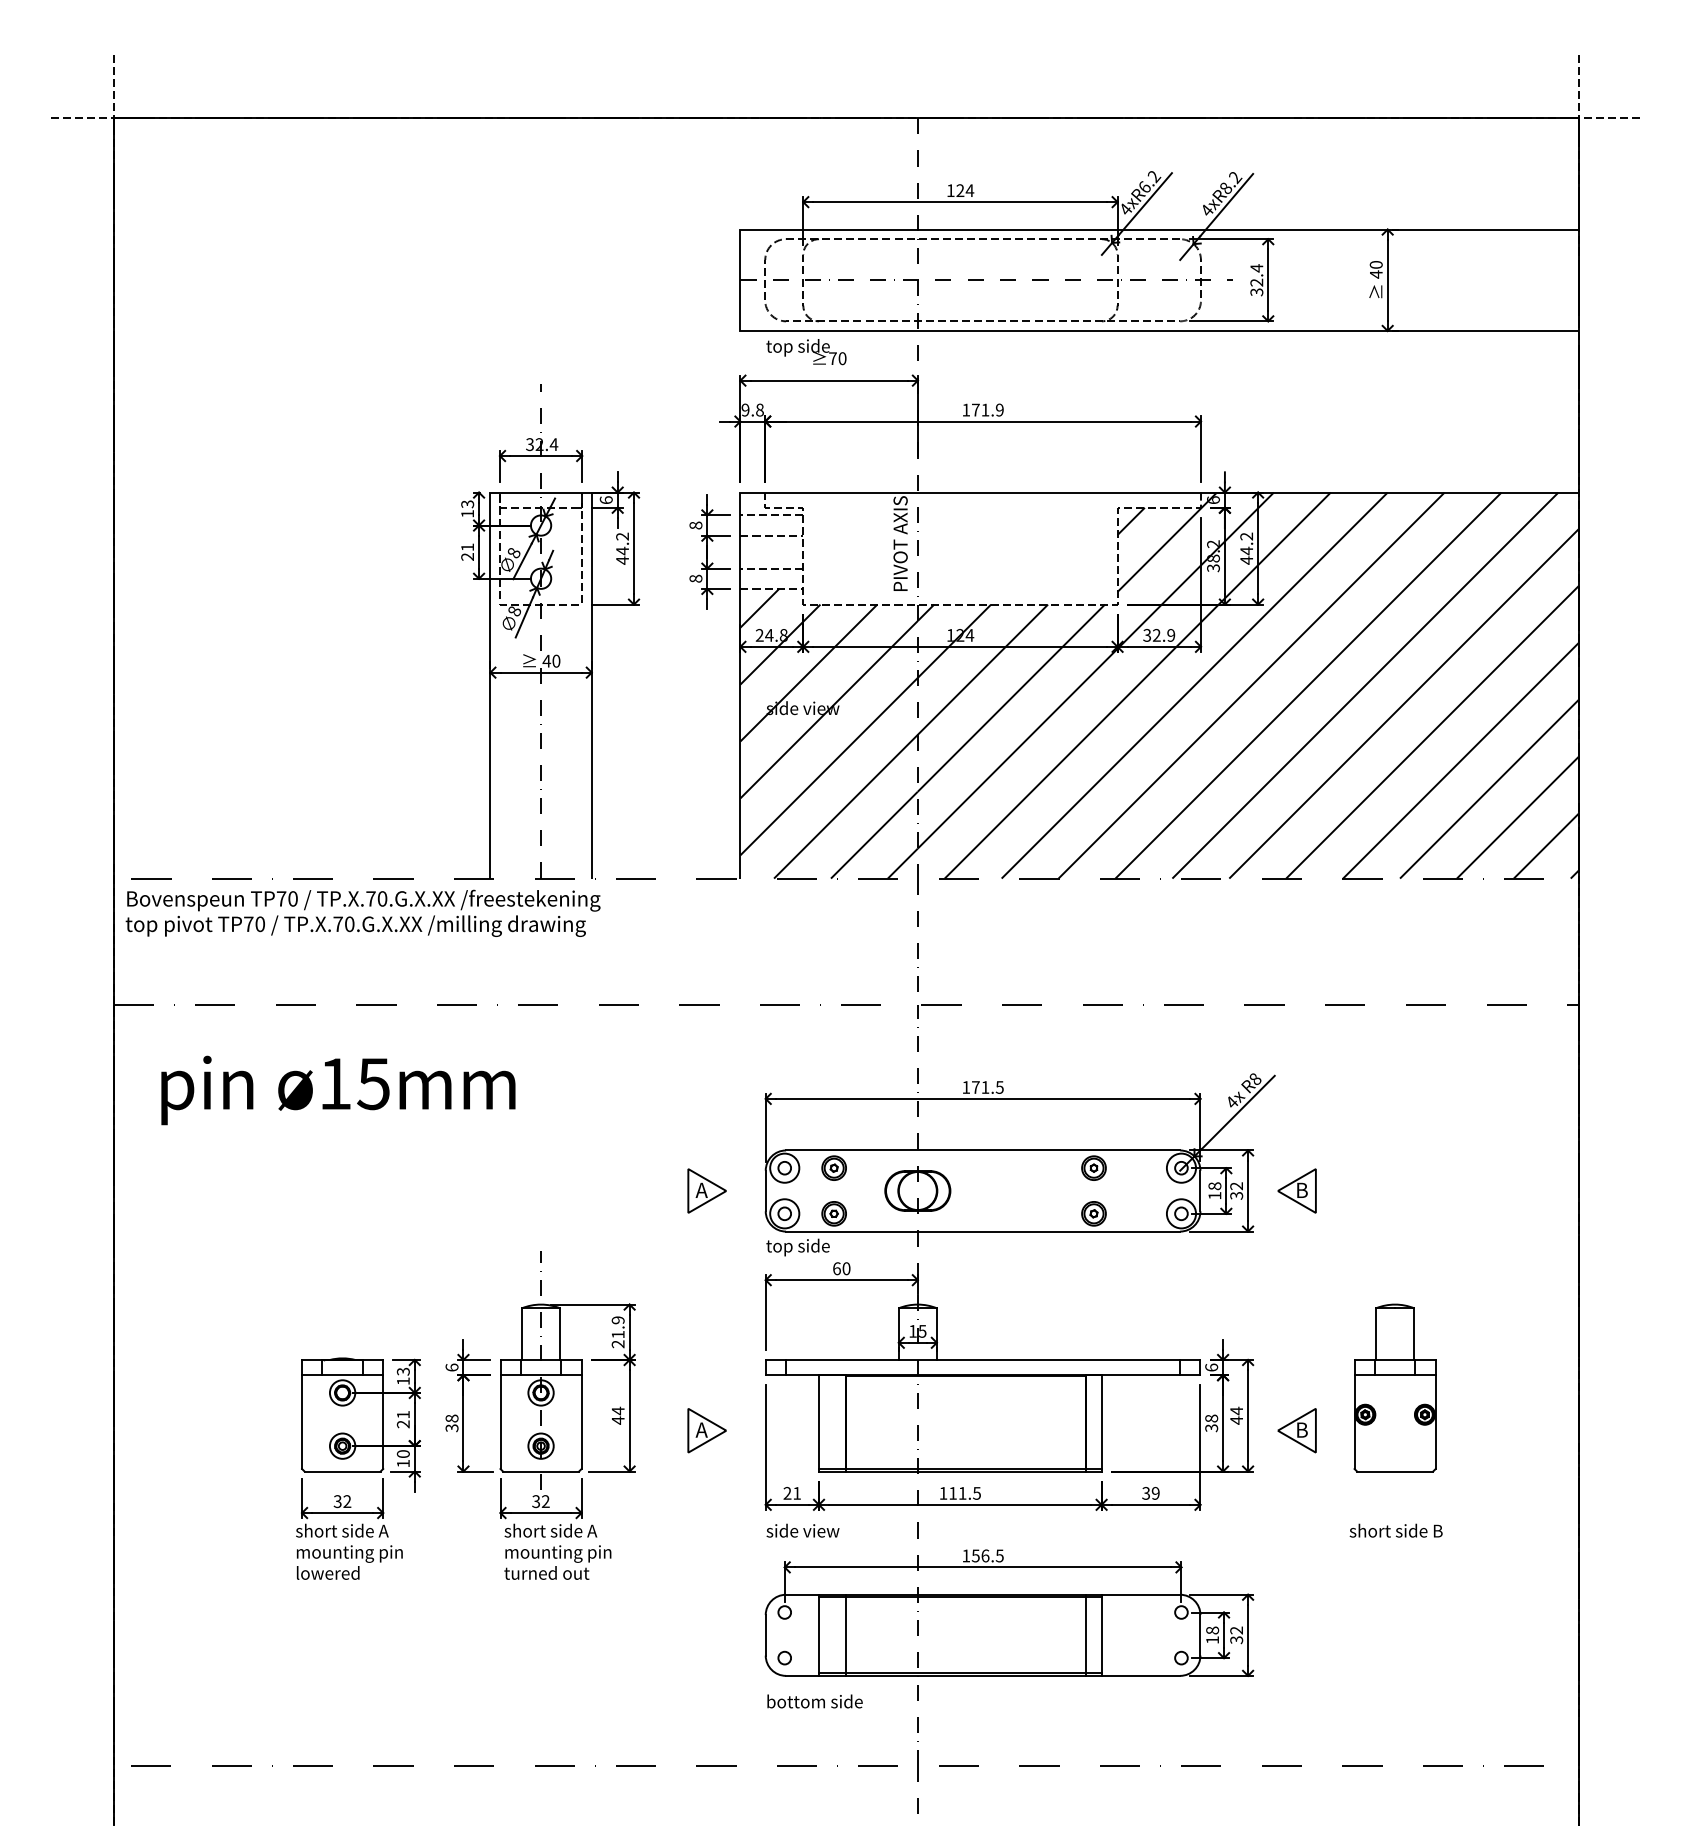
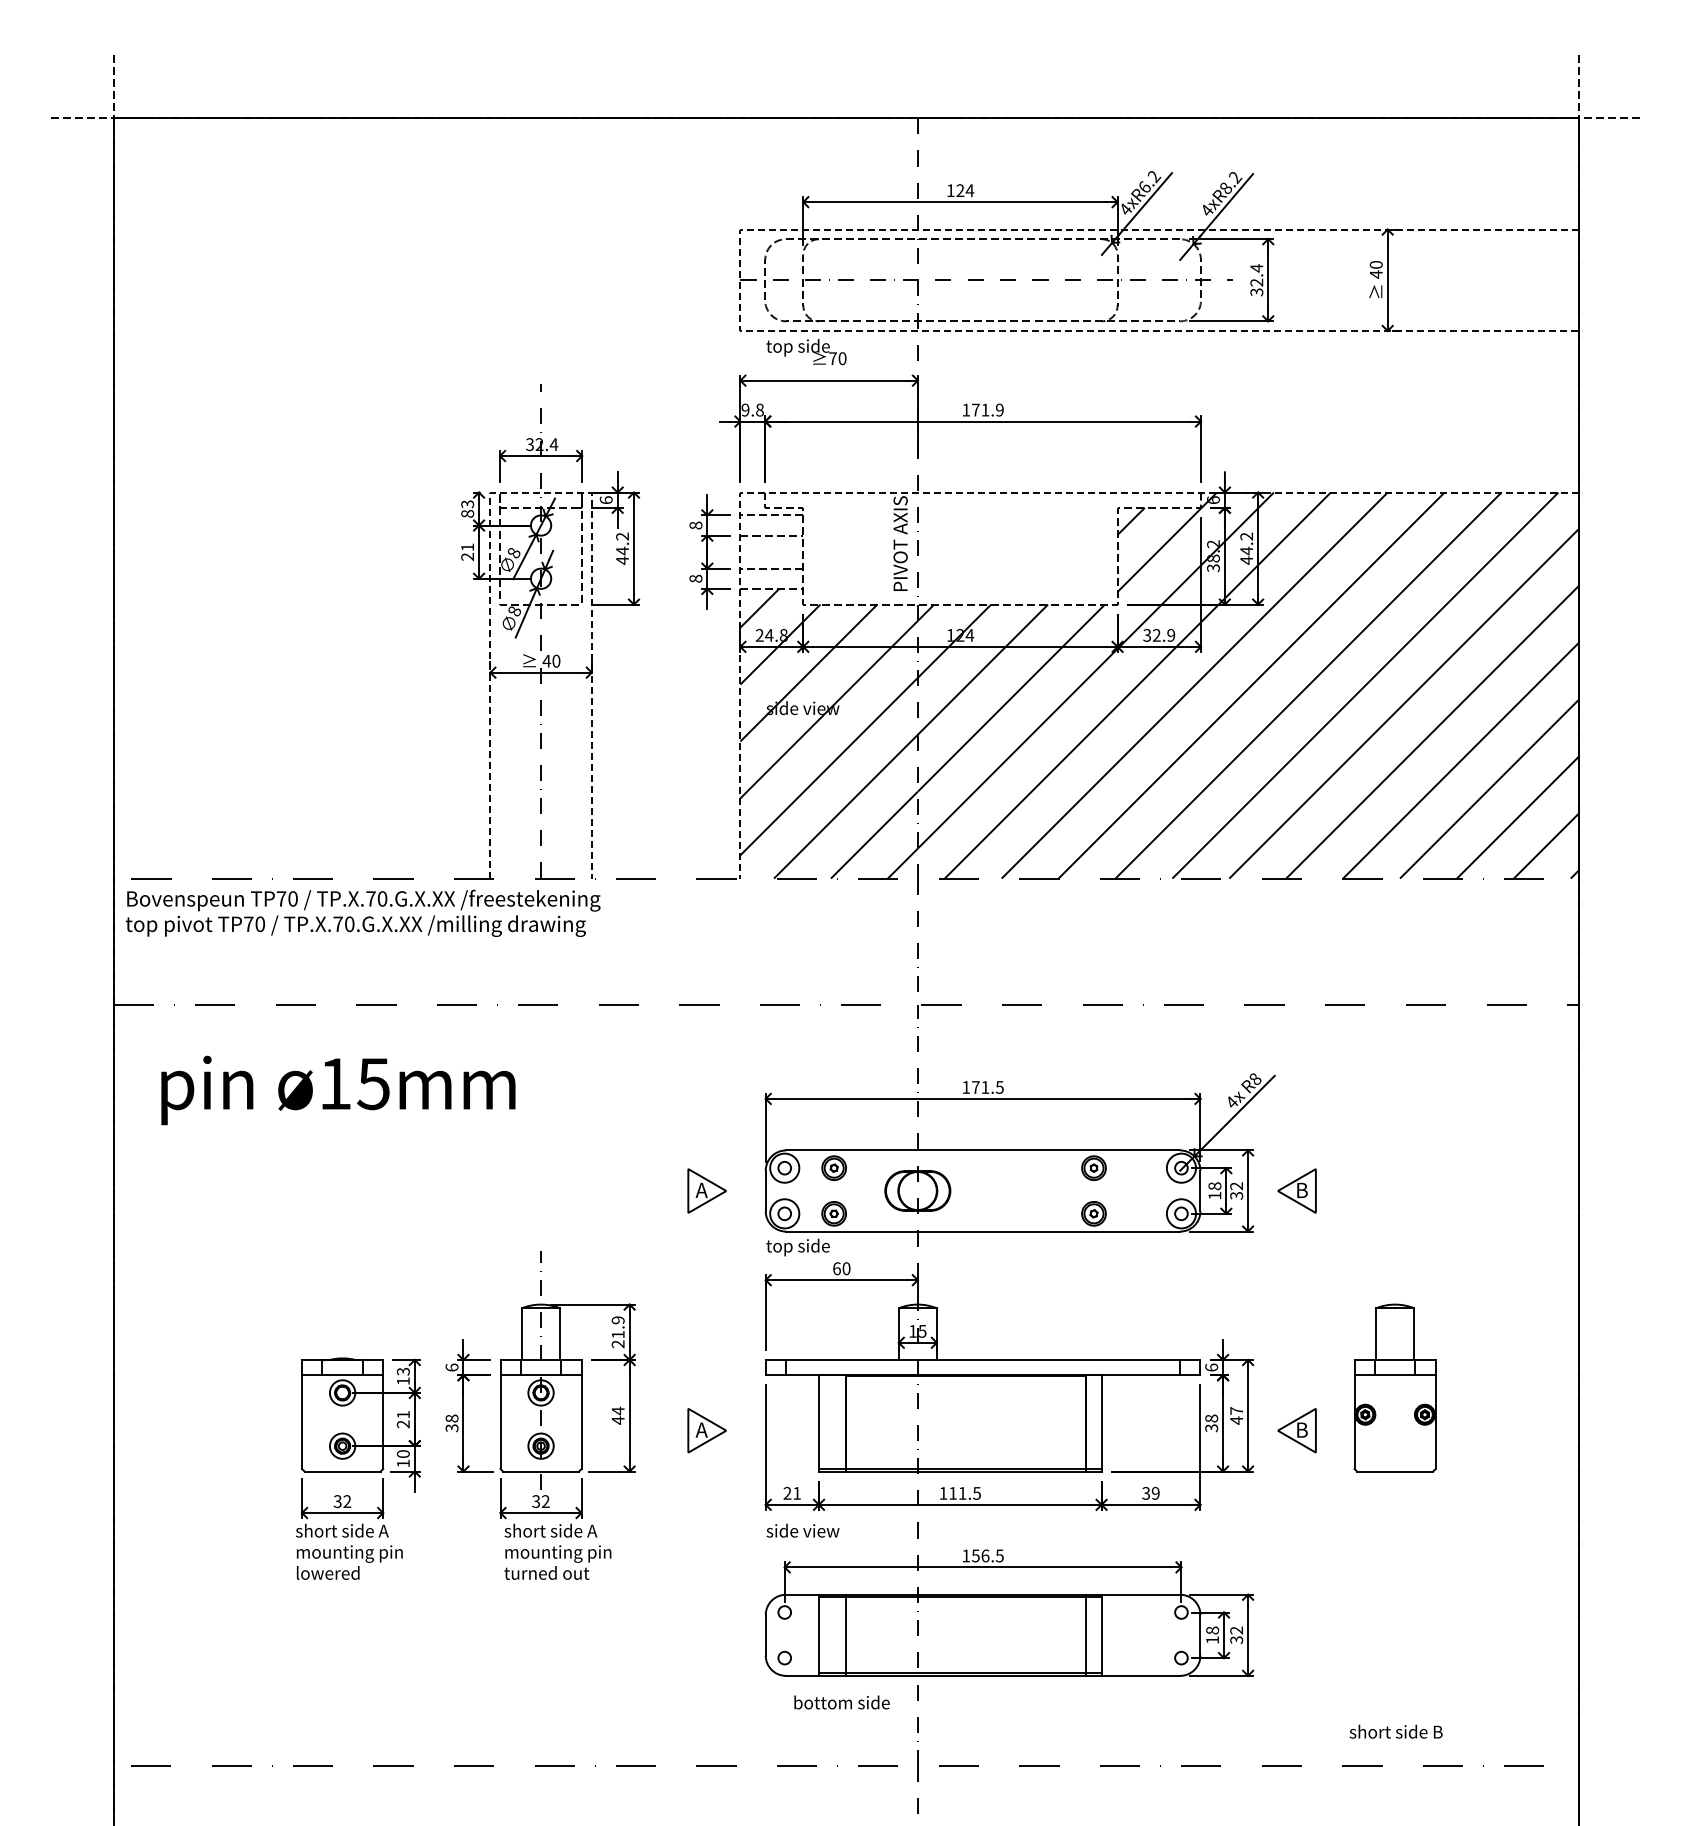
line at (740, 280): solid -> dashed
line at (541, 492): solid -> dashed
line at (964, 492): solid -> dashed
text at (467, 513): 13 -> 83
text at (1236, 1410): 44 -> 47
text at (1395, 1530) position: (1395, 1530) -> (1395, 1731)
text at (814, 1701) position: (814, 1701) -> (841, 1702)
